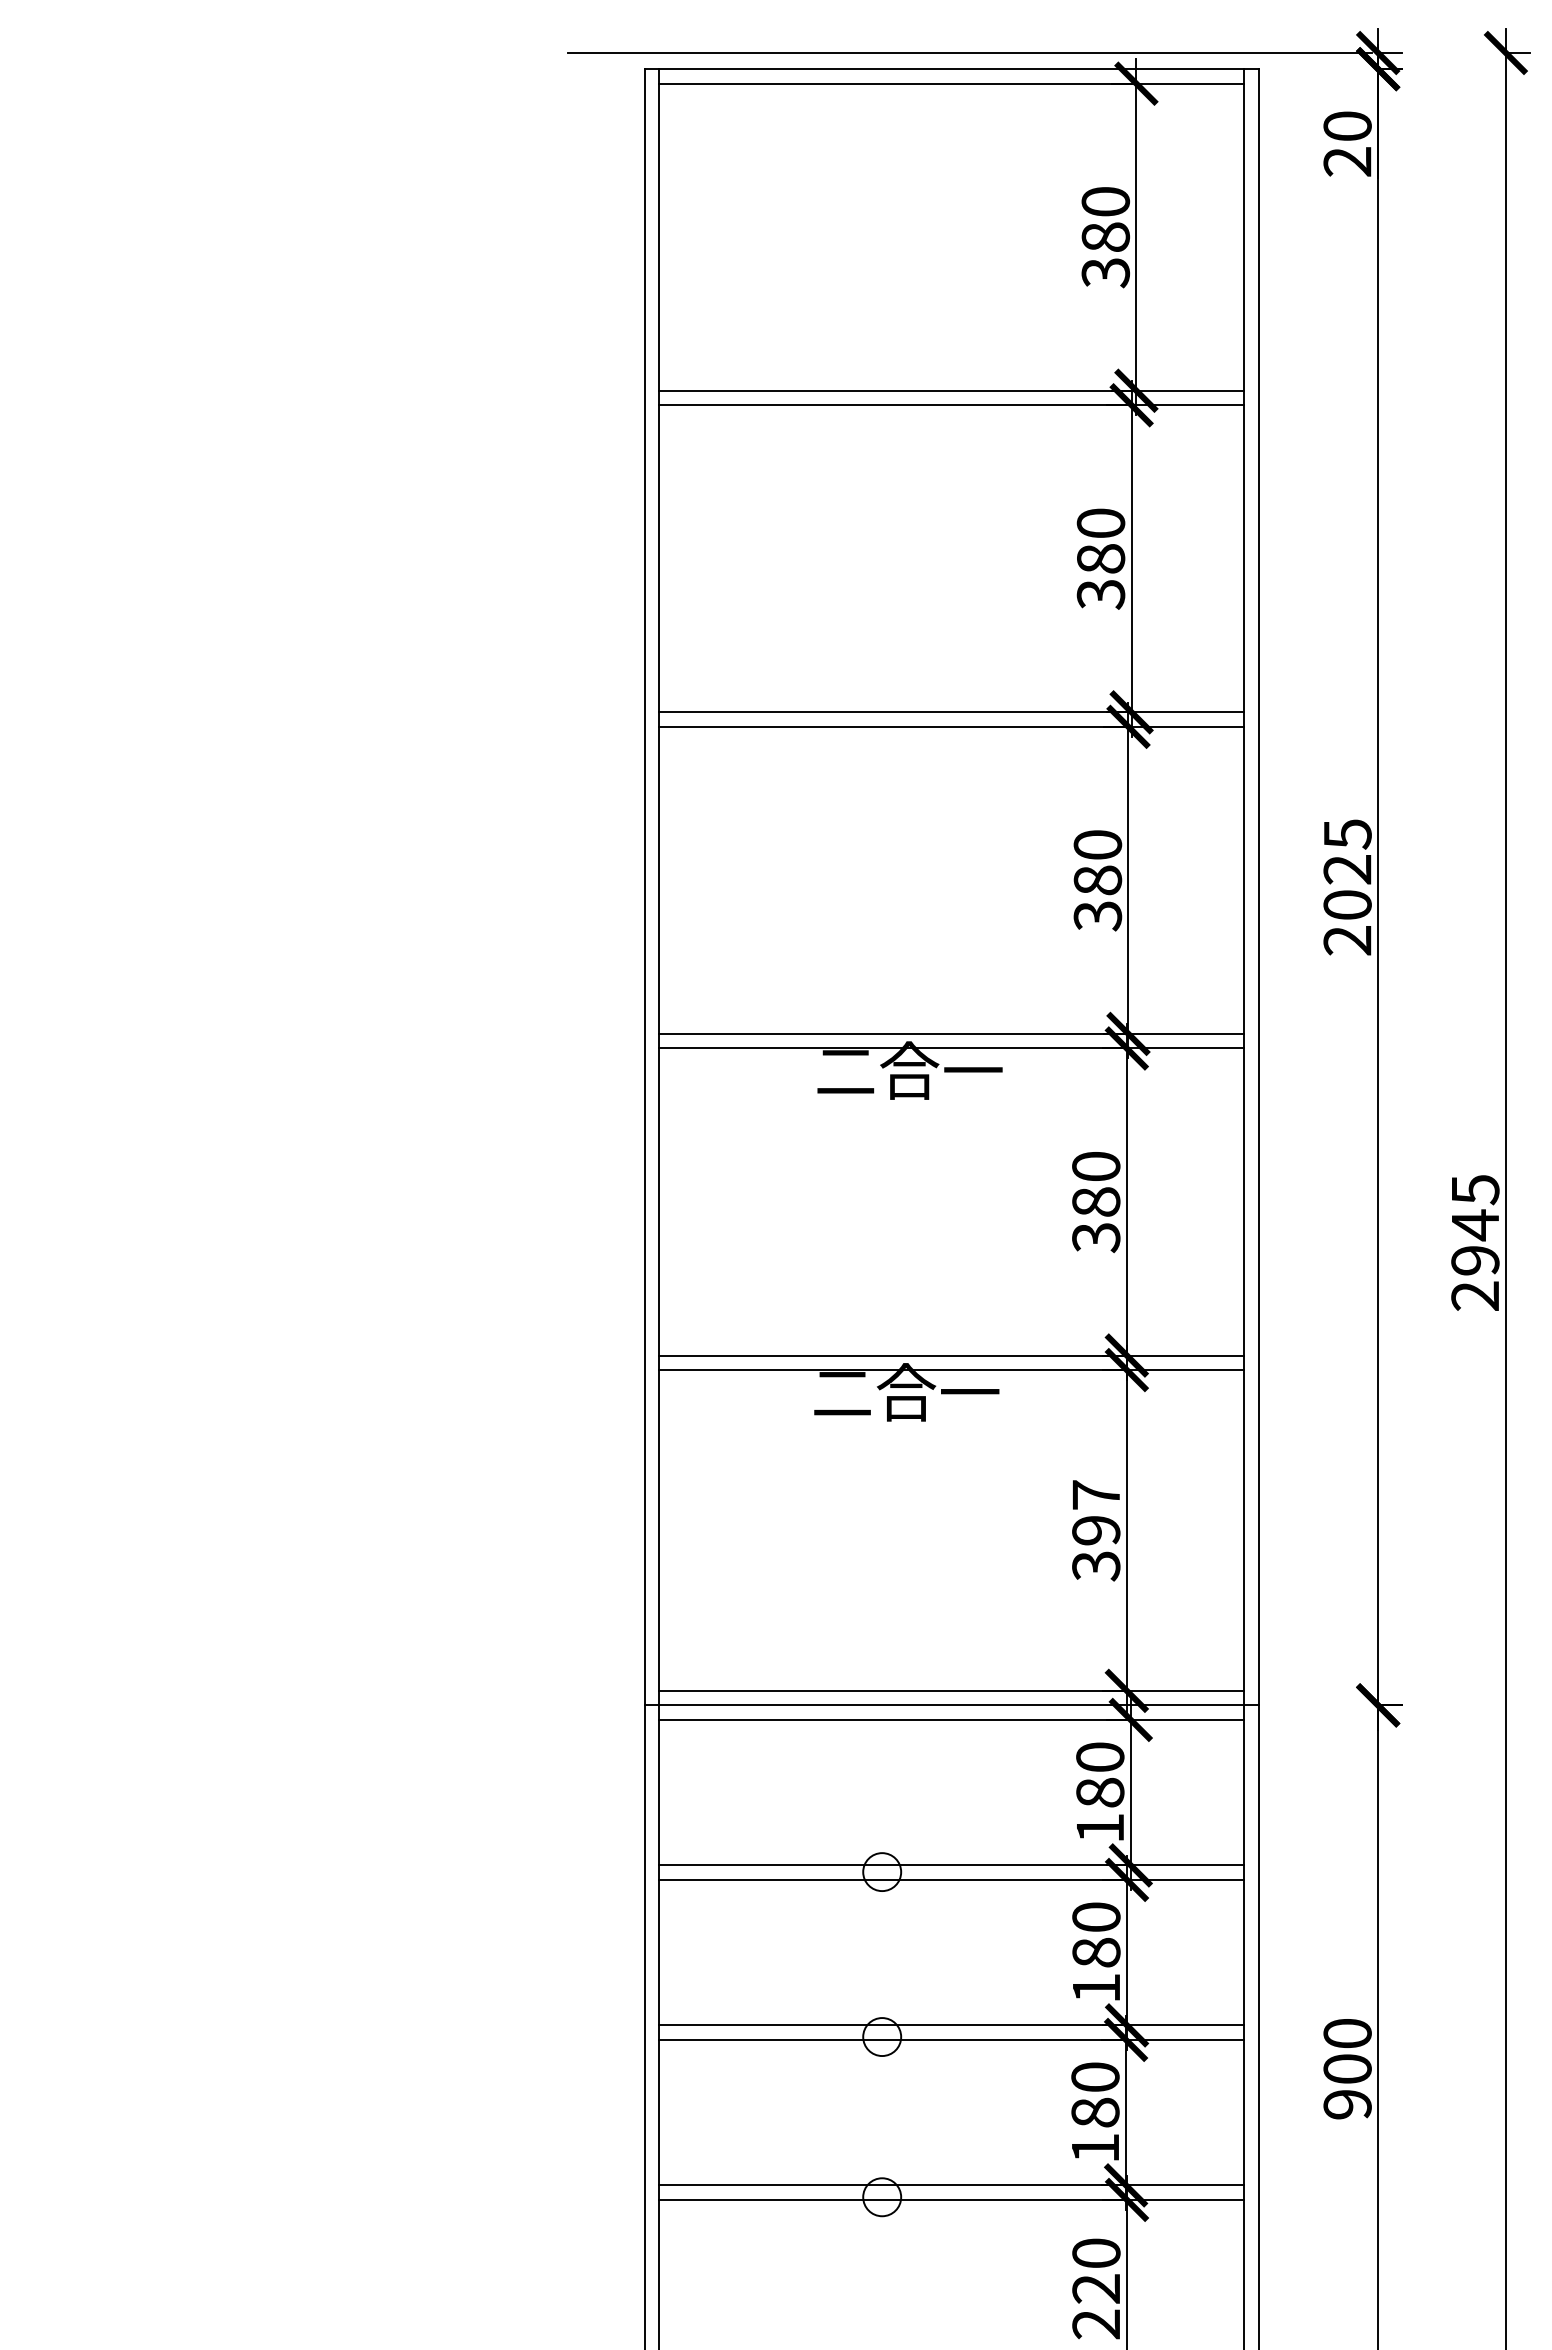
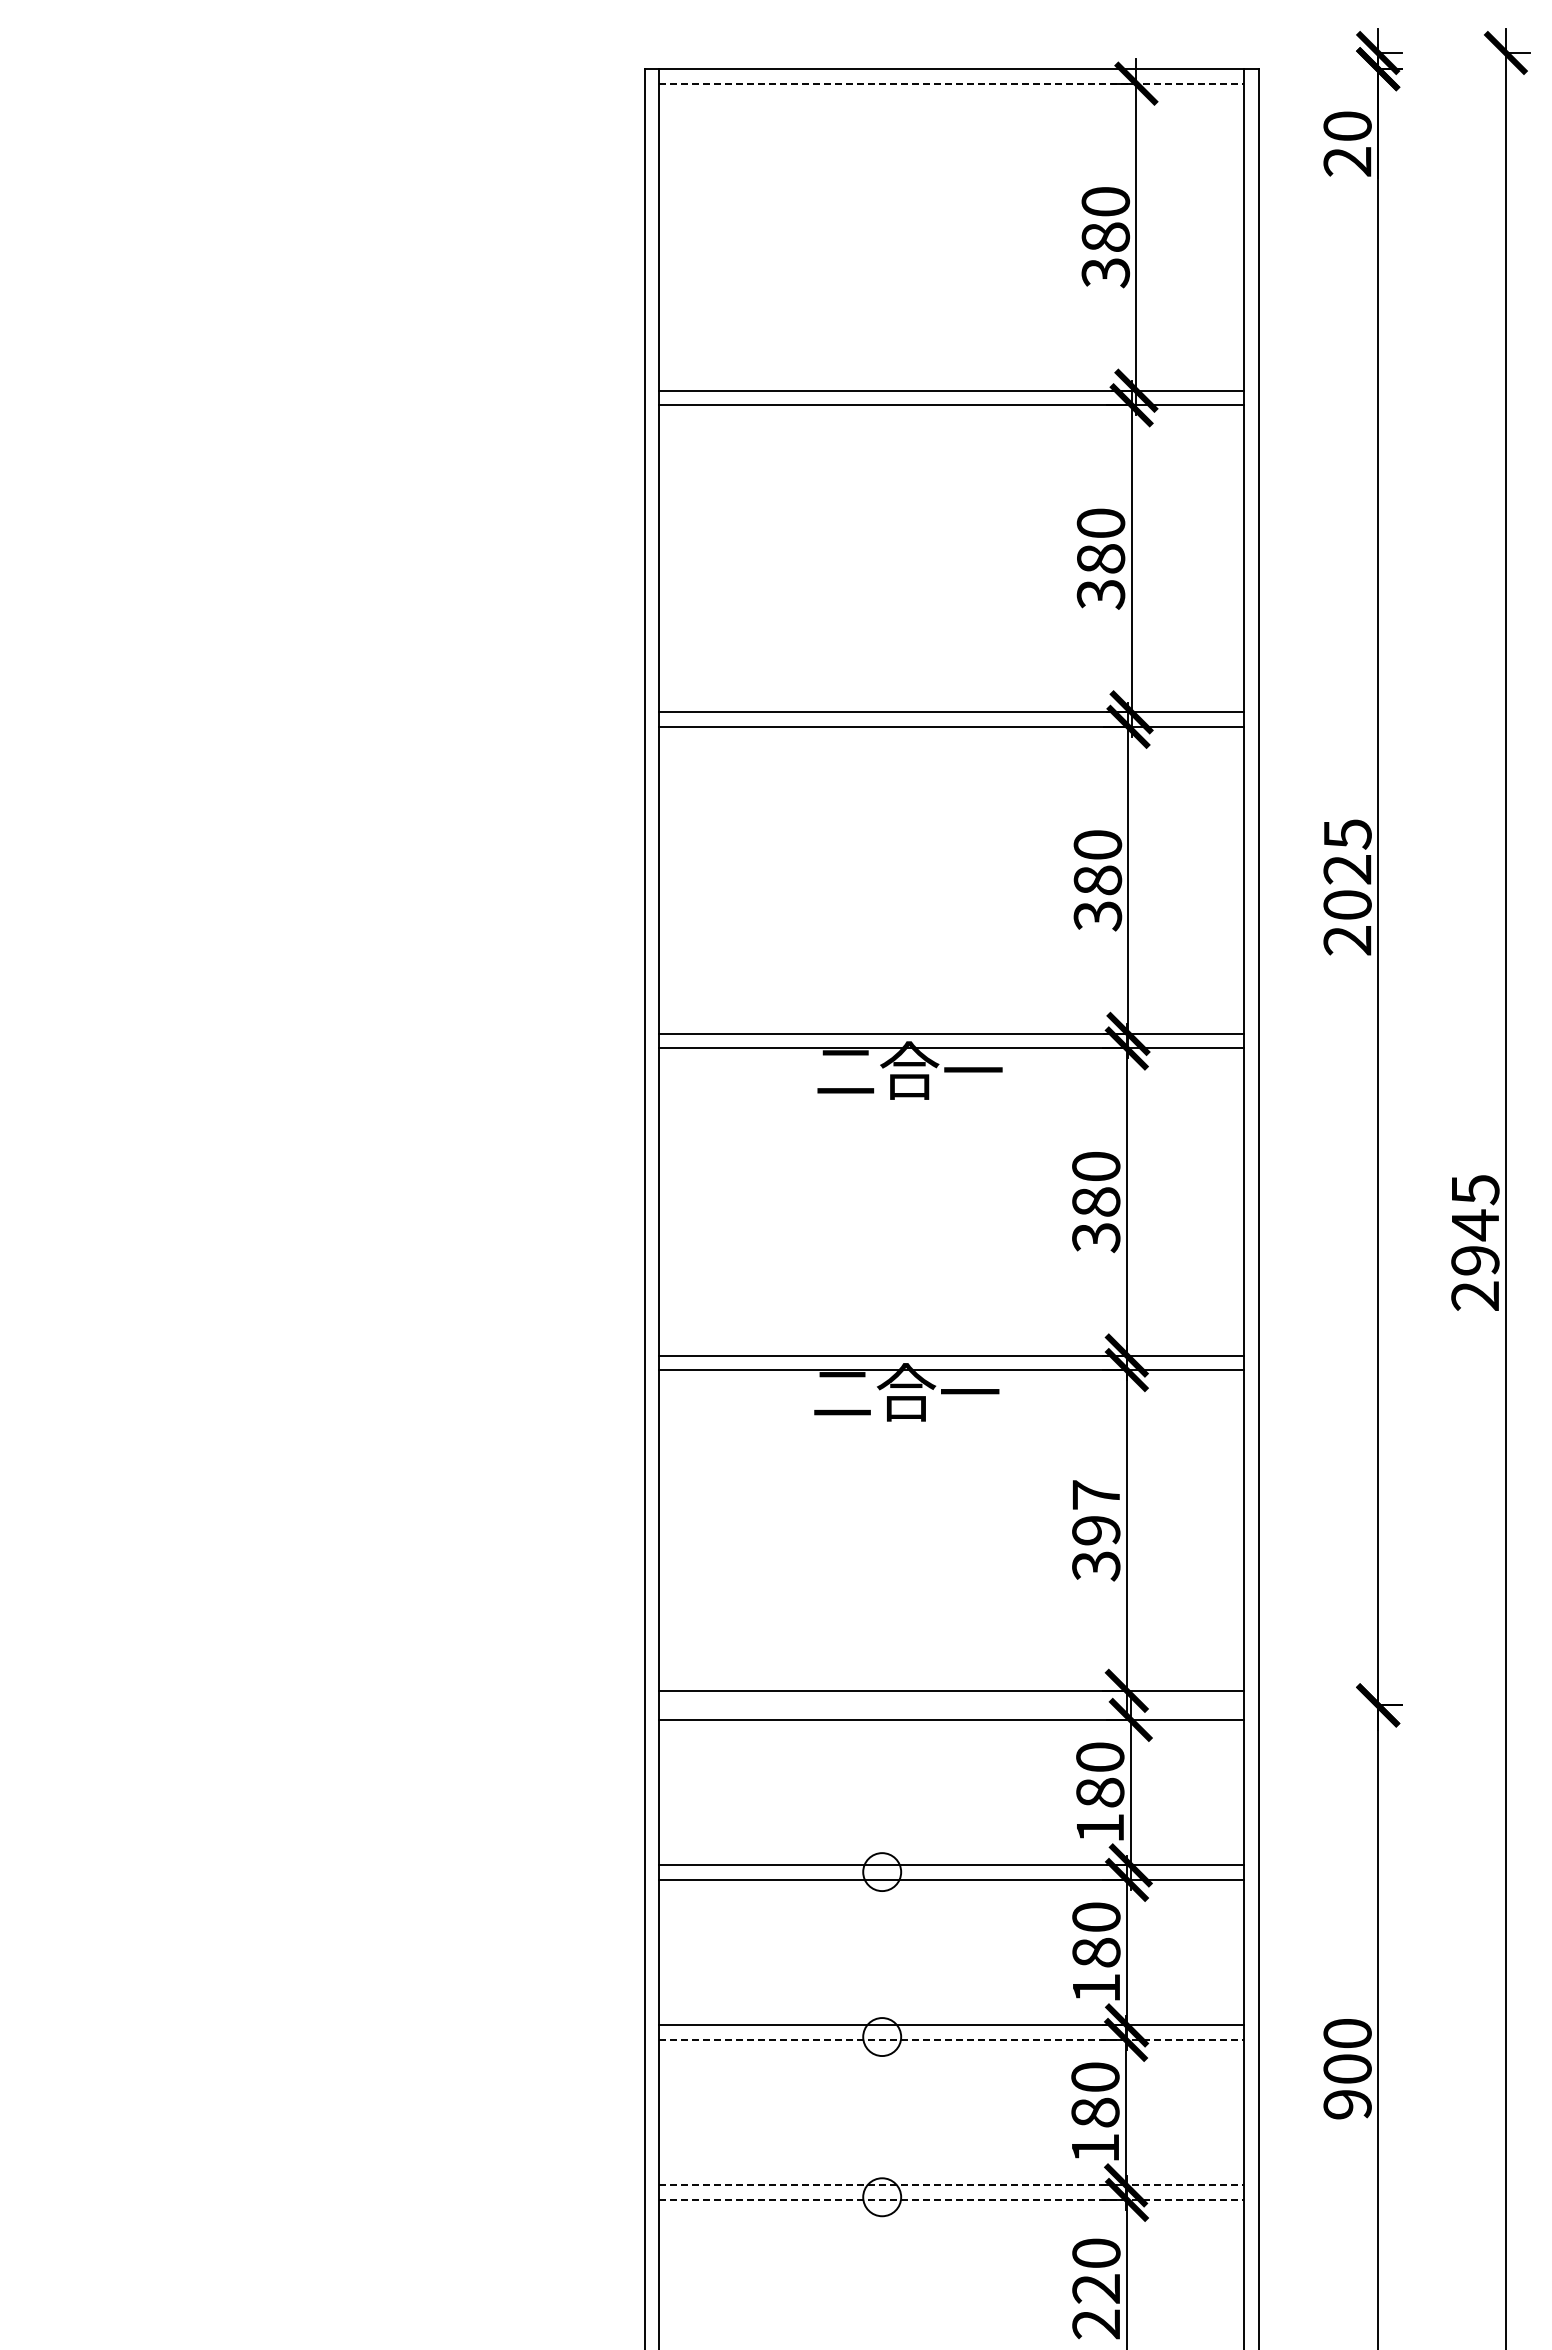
line at (970, 53): present -> none
line at (951, 83): solid -> dashed
line at (951, 1705): present -> none
line at (951, 2039): solid -> dashed
line at (951, 2185): solid -> dashed
line at (951, 2199): solid -> dashed
